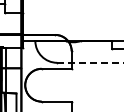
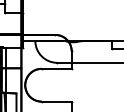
line at (90, 62): dashed -> solid
